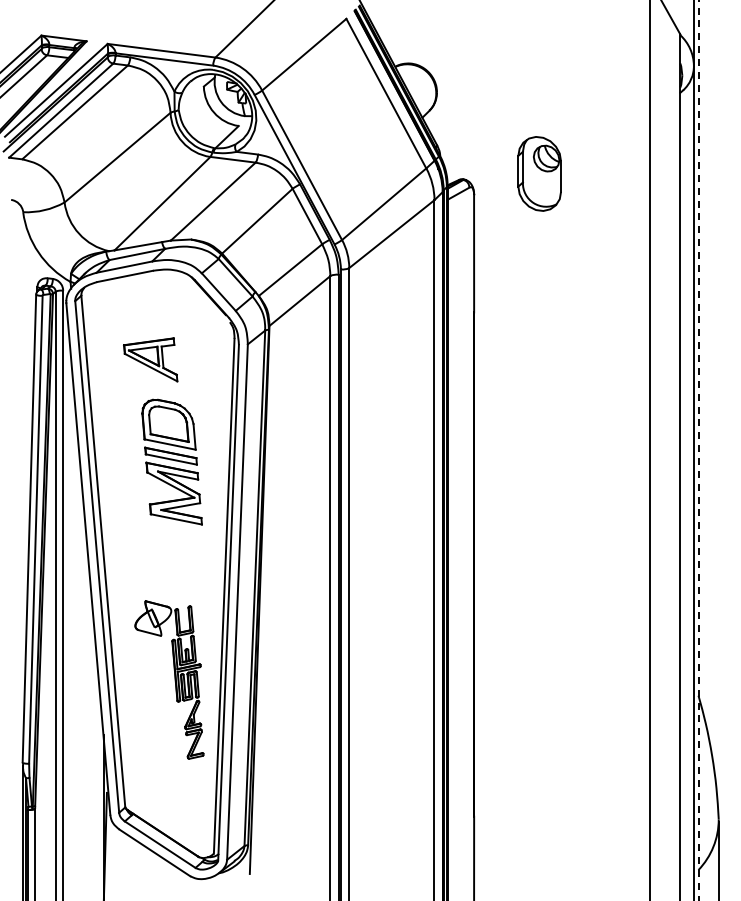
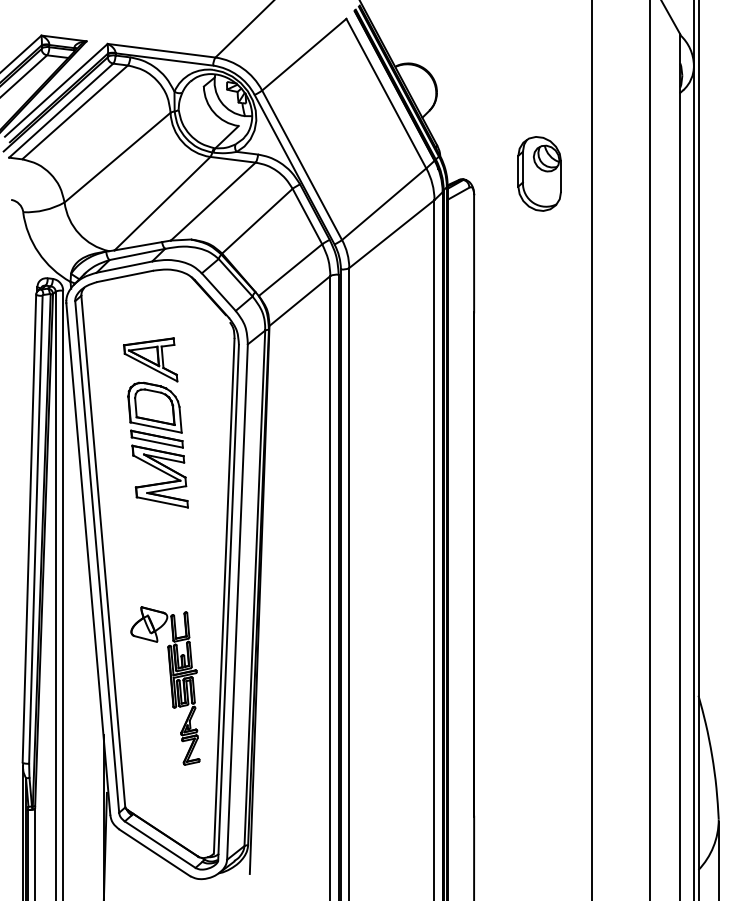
line at (591, 449): none -> present
line at (698, 450): dashed -> solid
part at (171, 461) position: (171, 461) -> (157, 444)
part at (169, 679) position: (169, 679) -> (165, 685)
